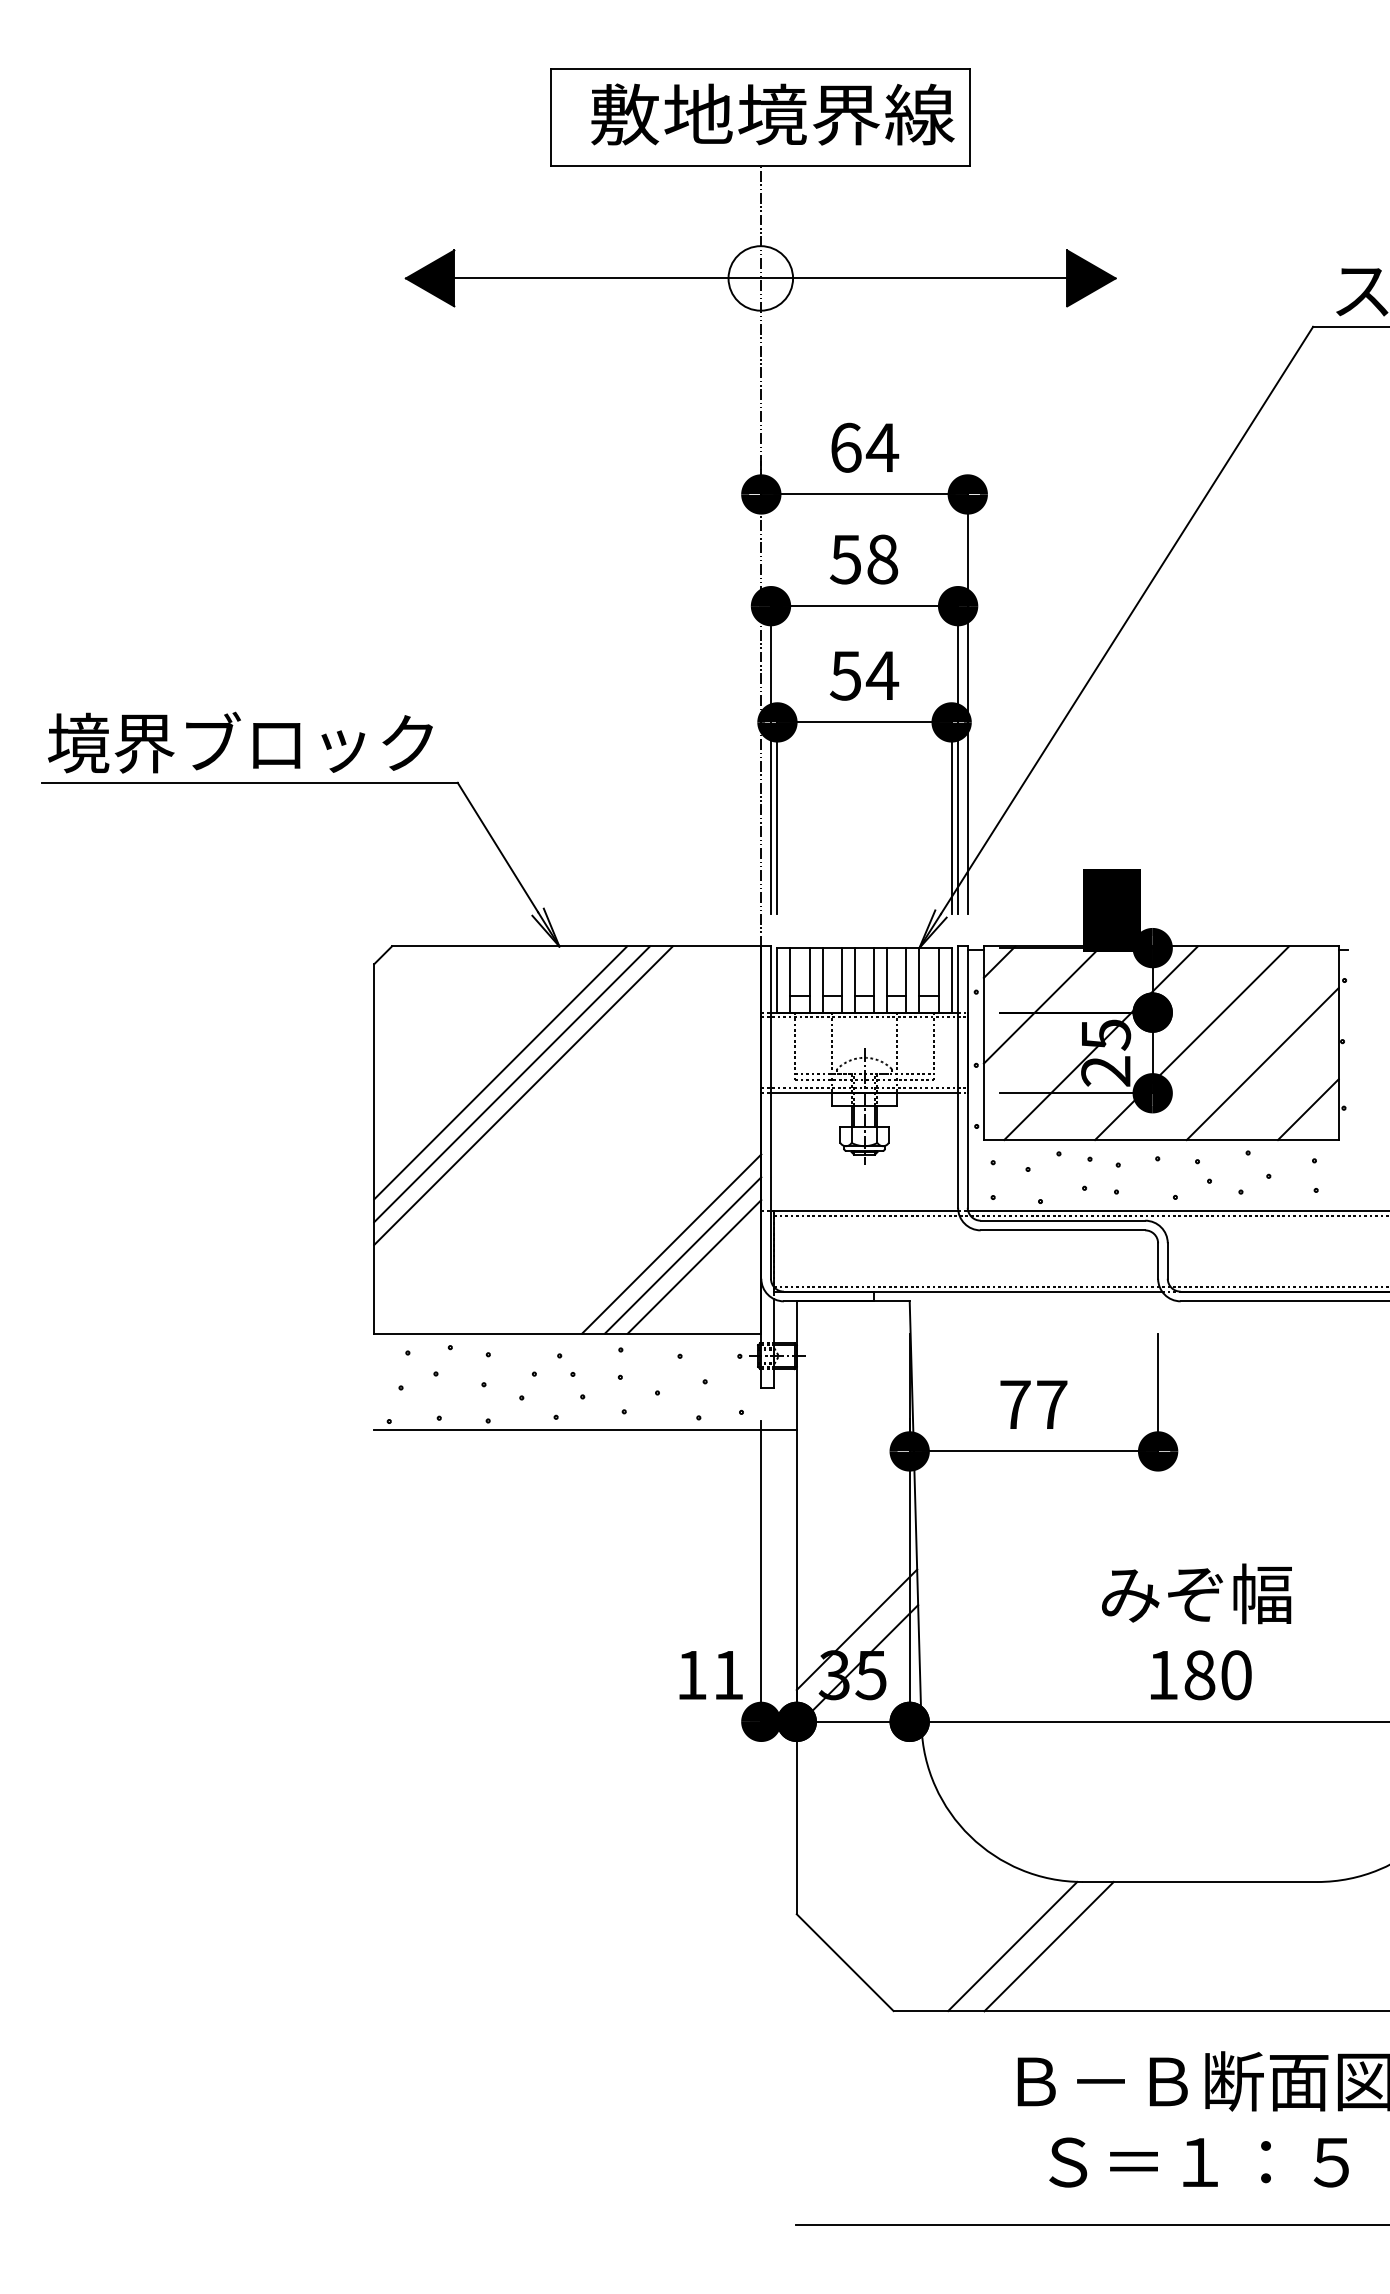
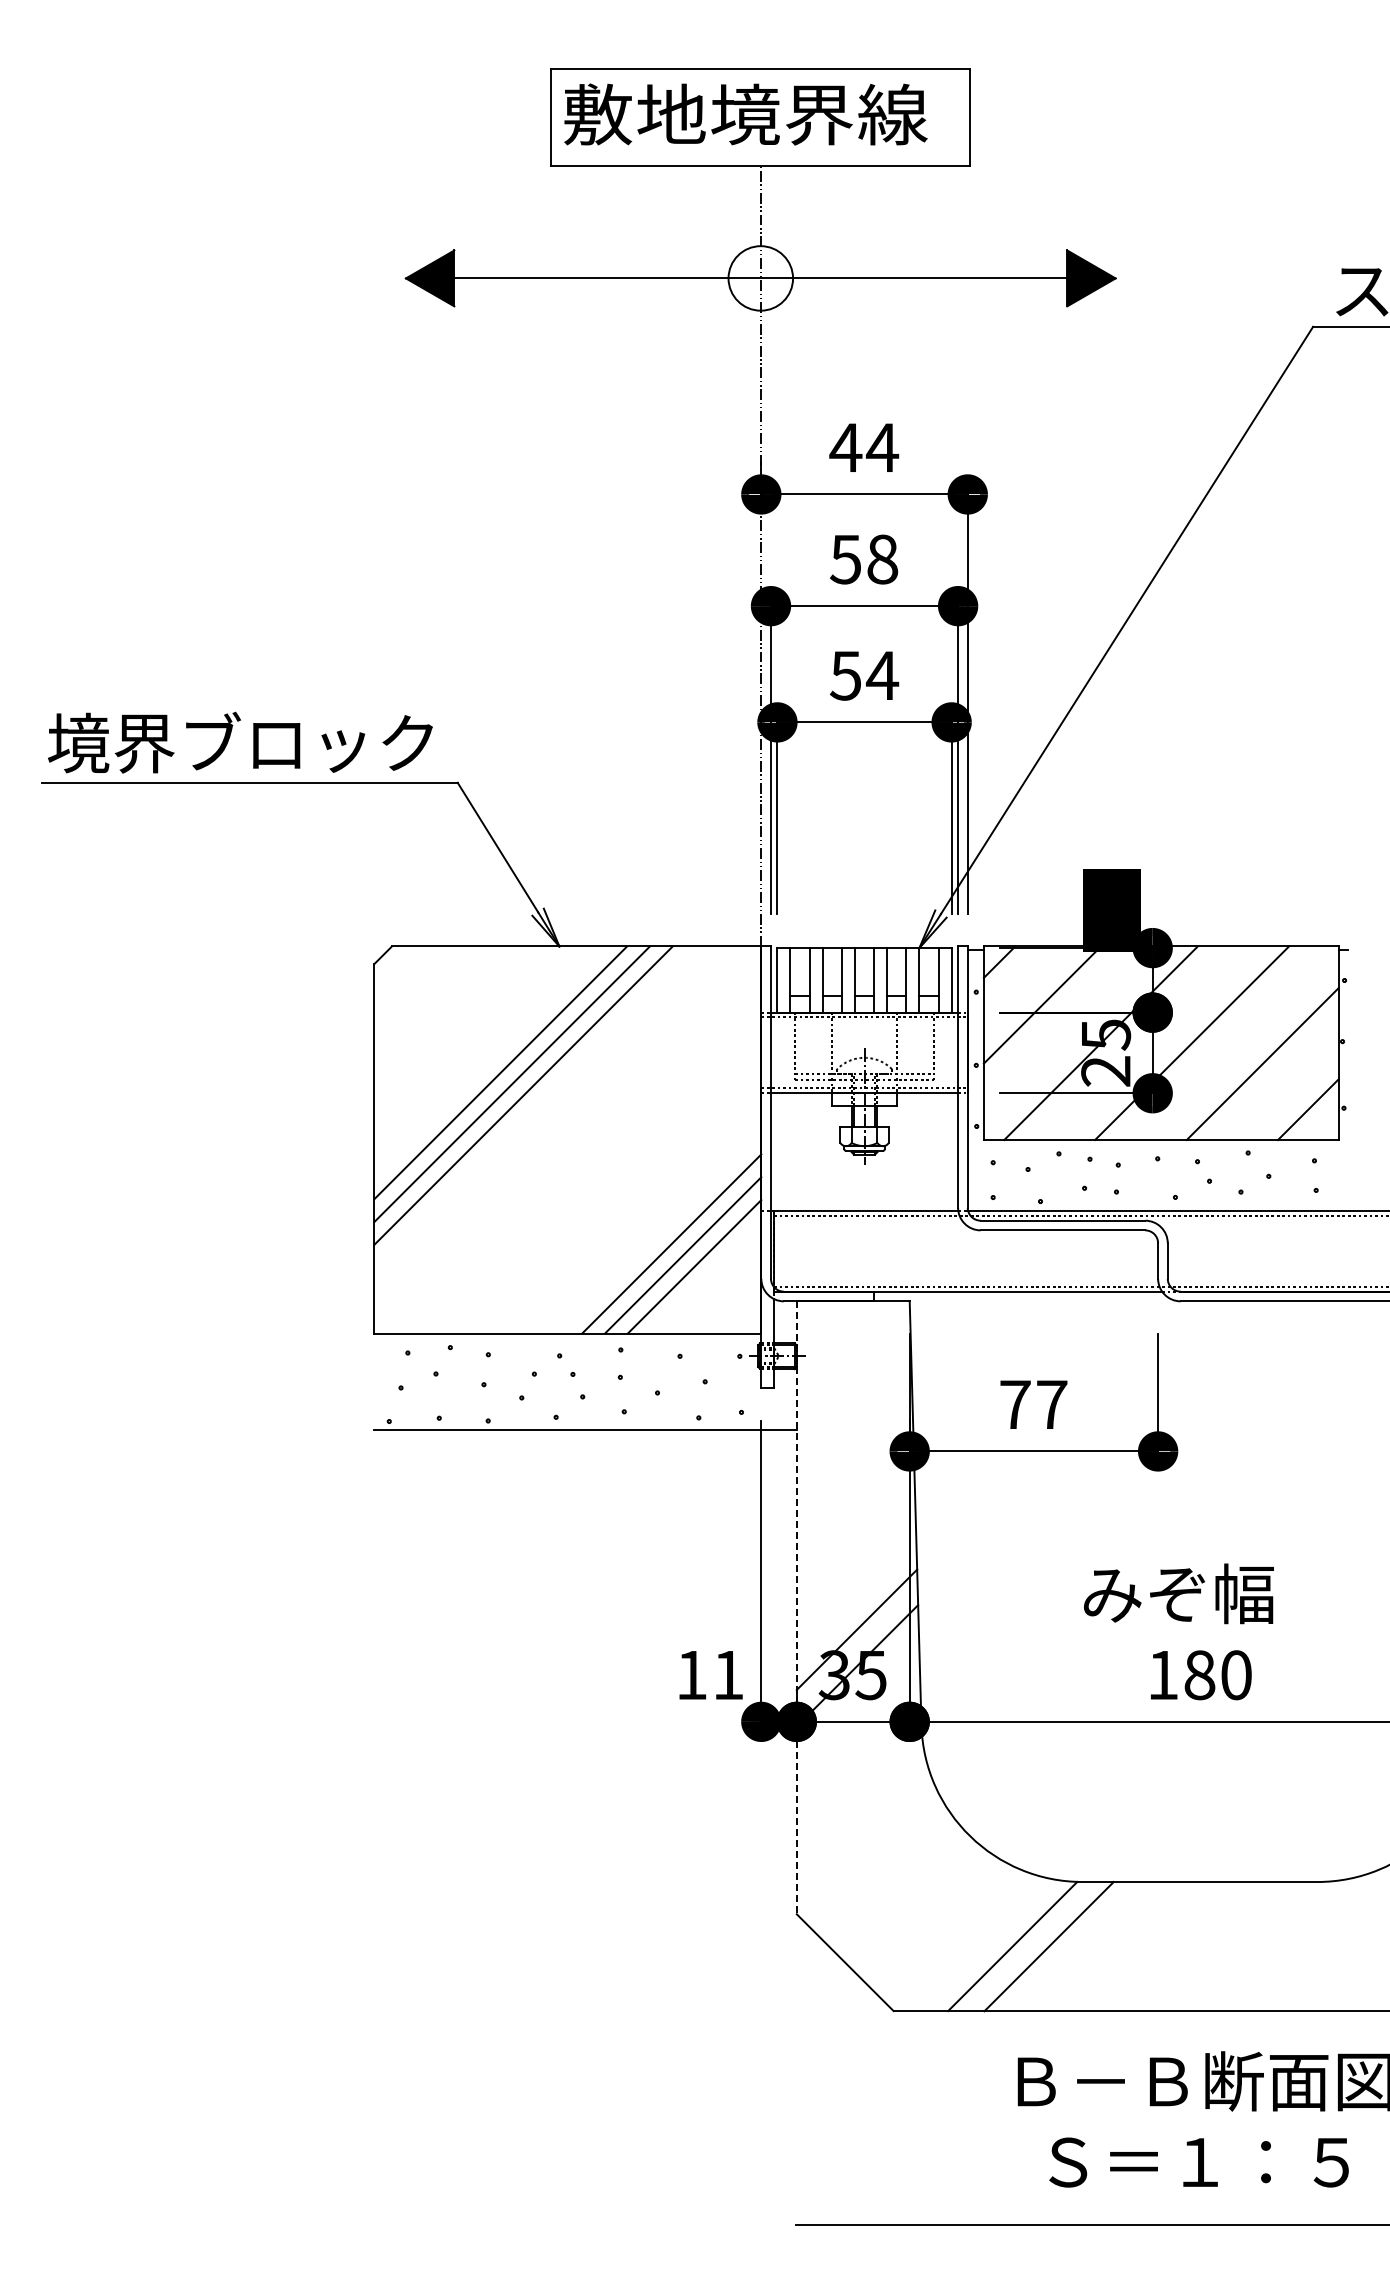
text at (772, 114) position: (772, 114) -> (745, 114)
text at (845, 447): 64 -> 44
text at (1196, 1593) position: (1196, 1593) -> (1178, 1593)
line at (796, 1608): solid -> dashed
